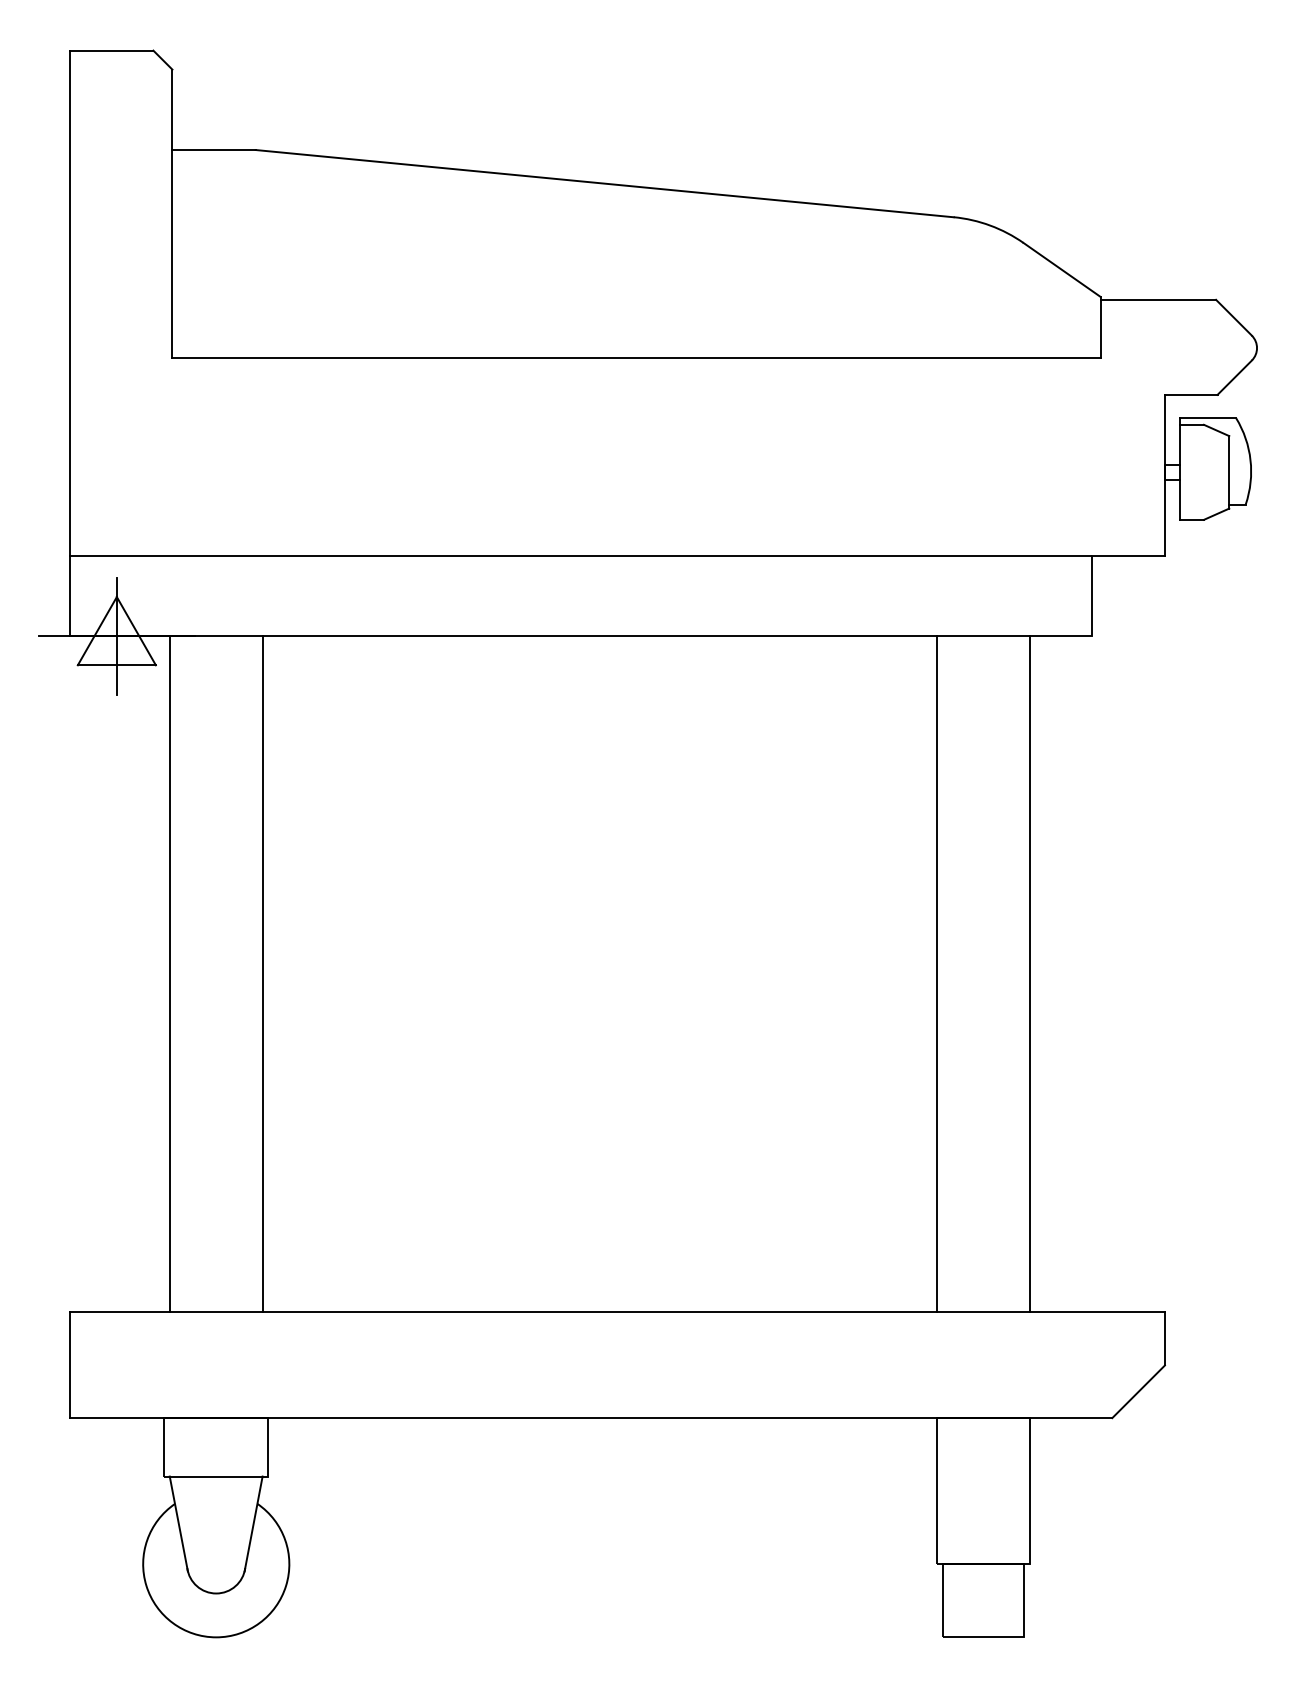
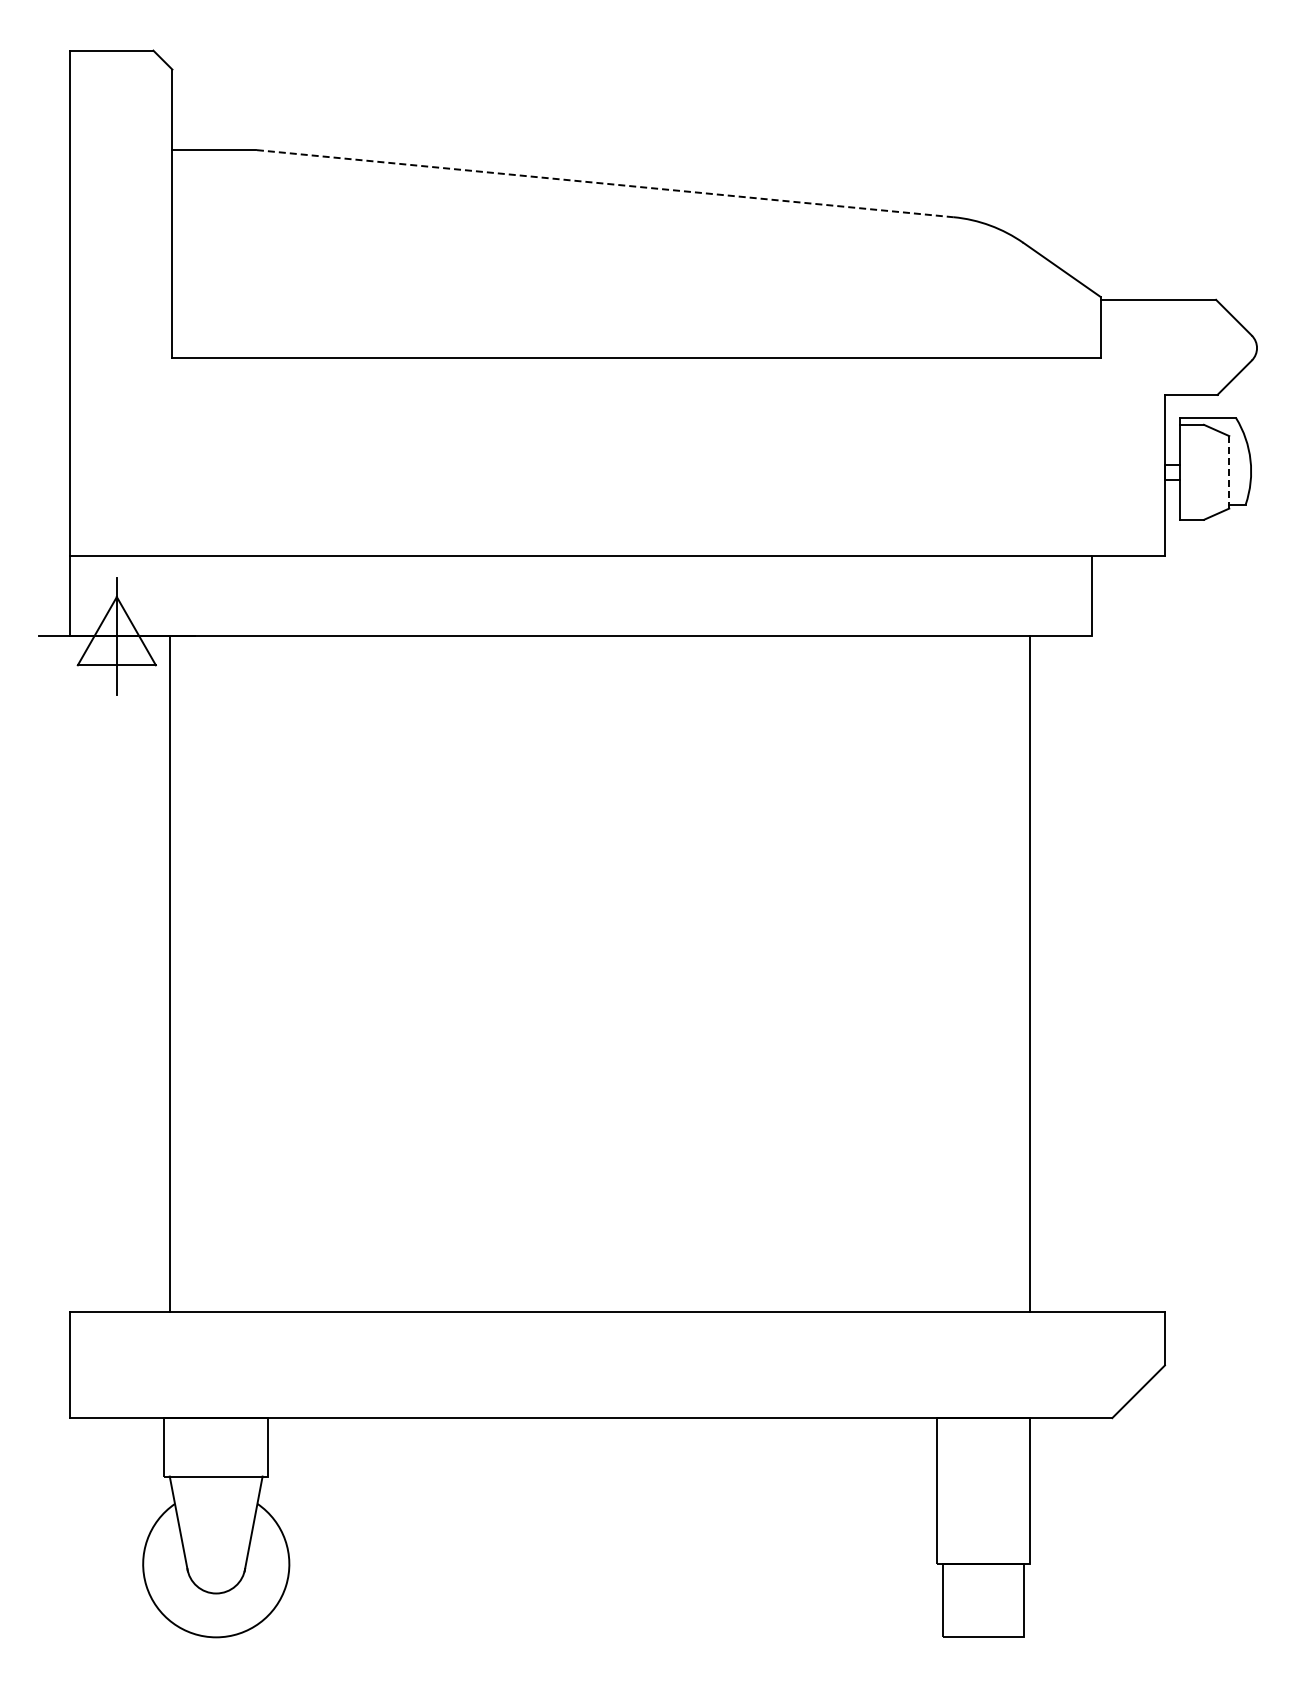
line at (604, 183): solid -> dashed
line at (1229, 472): solid -> dashed
line at (262, 974): present -> none
line at (937, 974): present -> none
